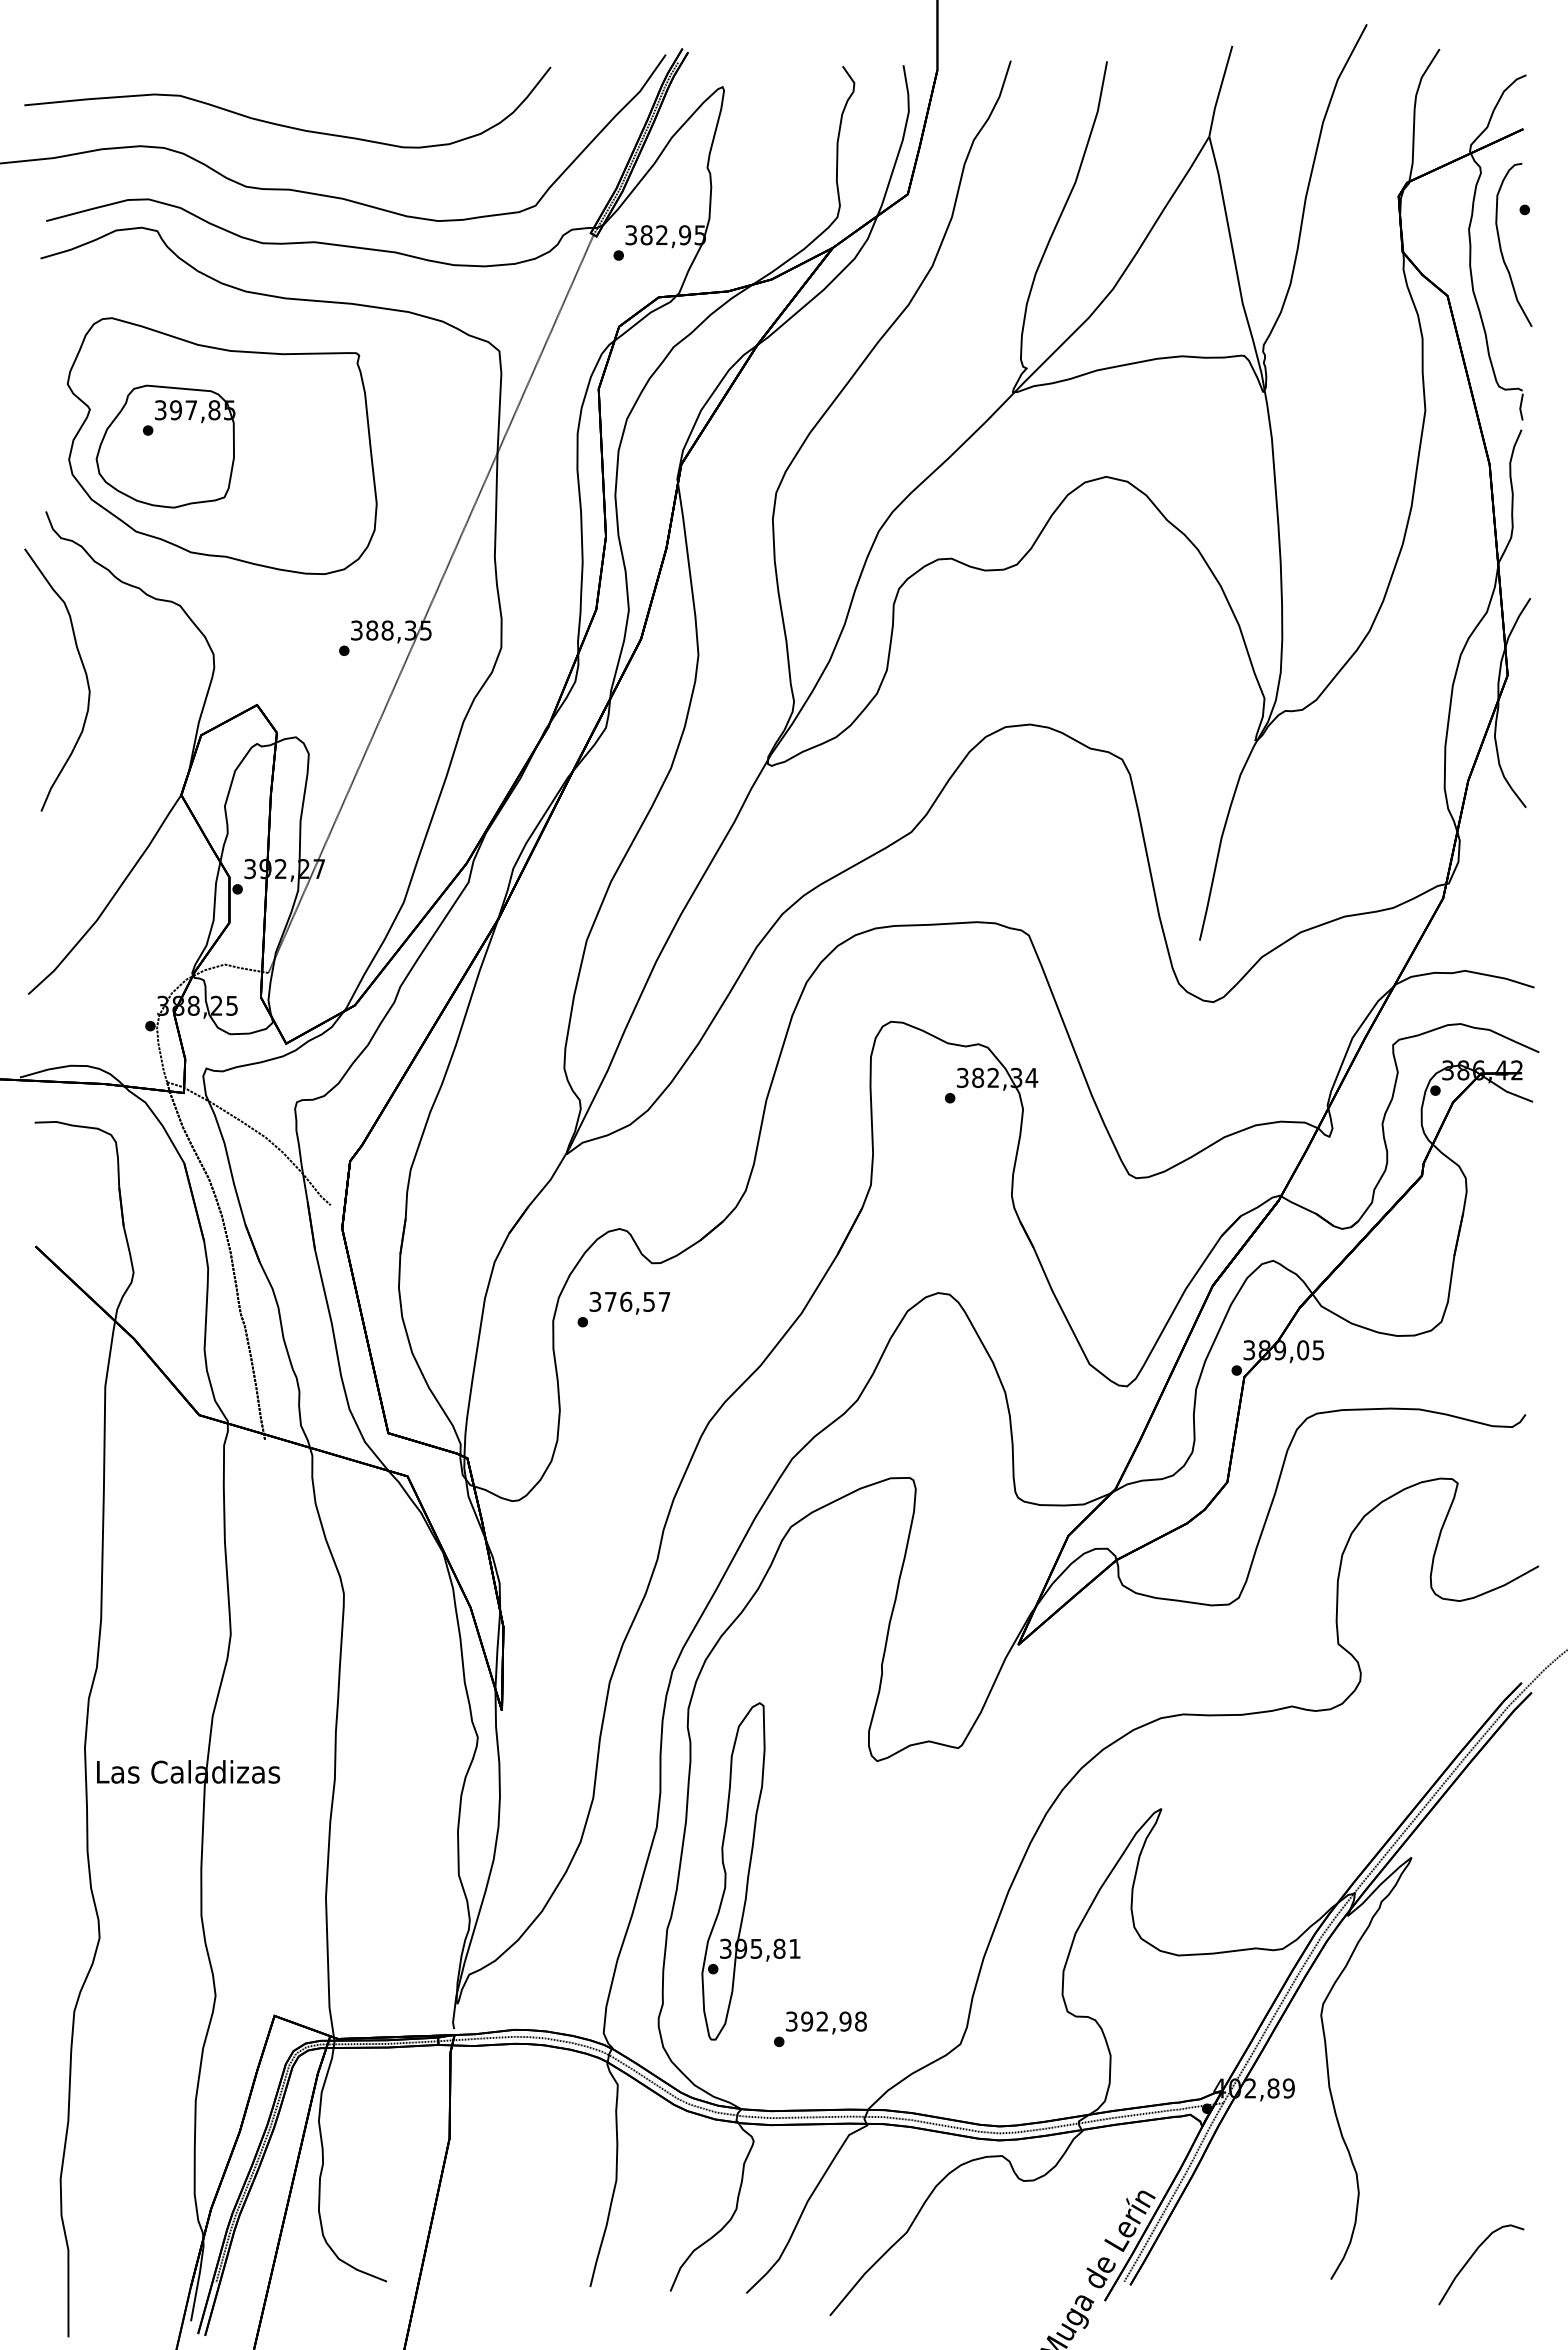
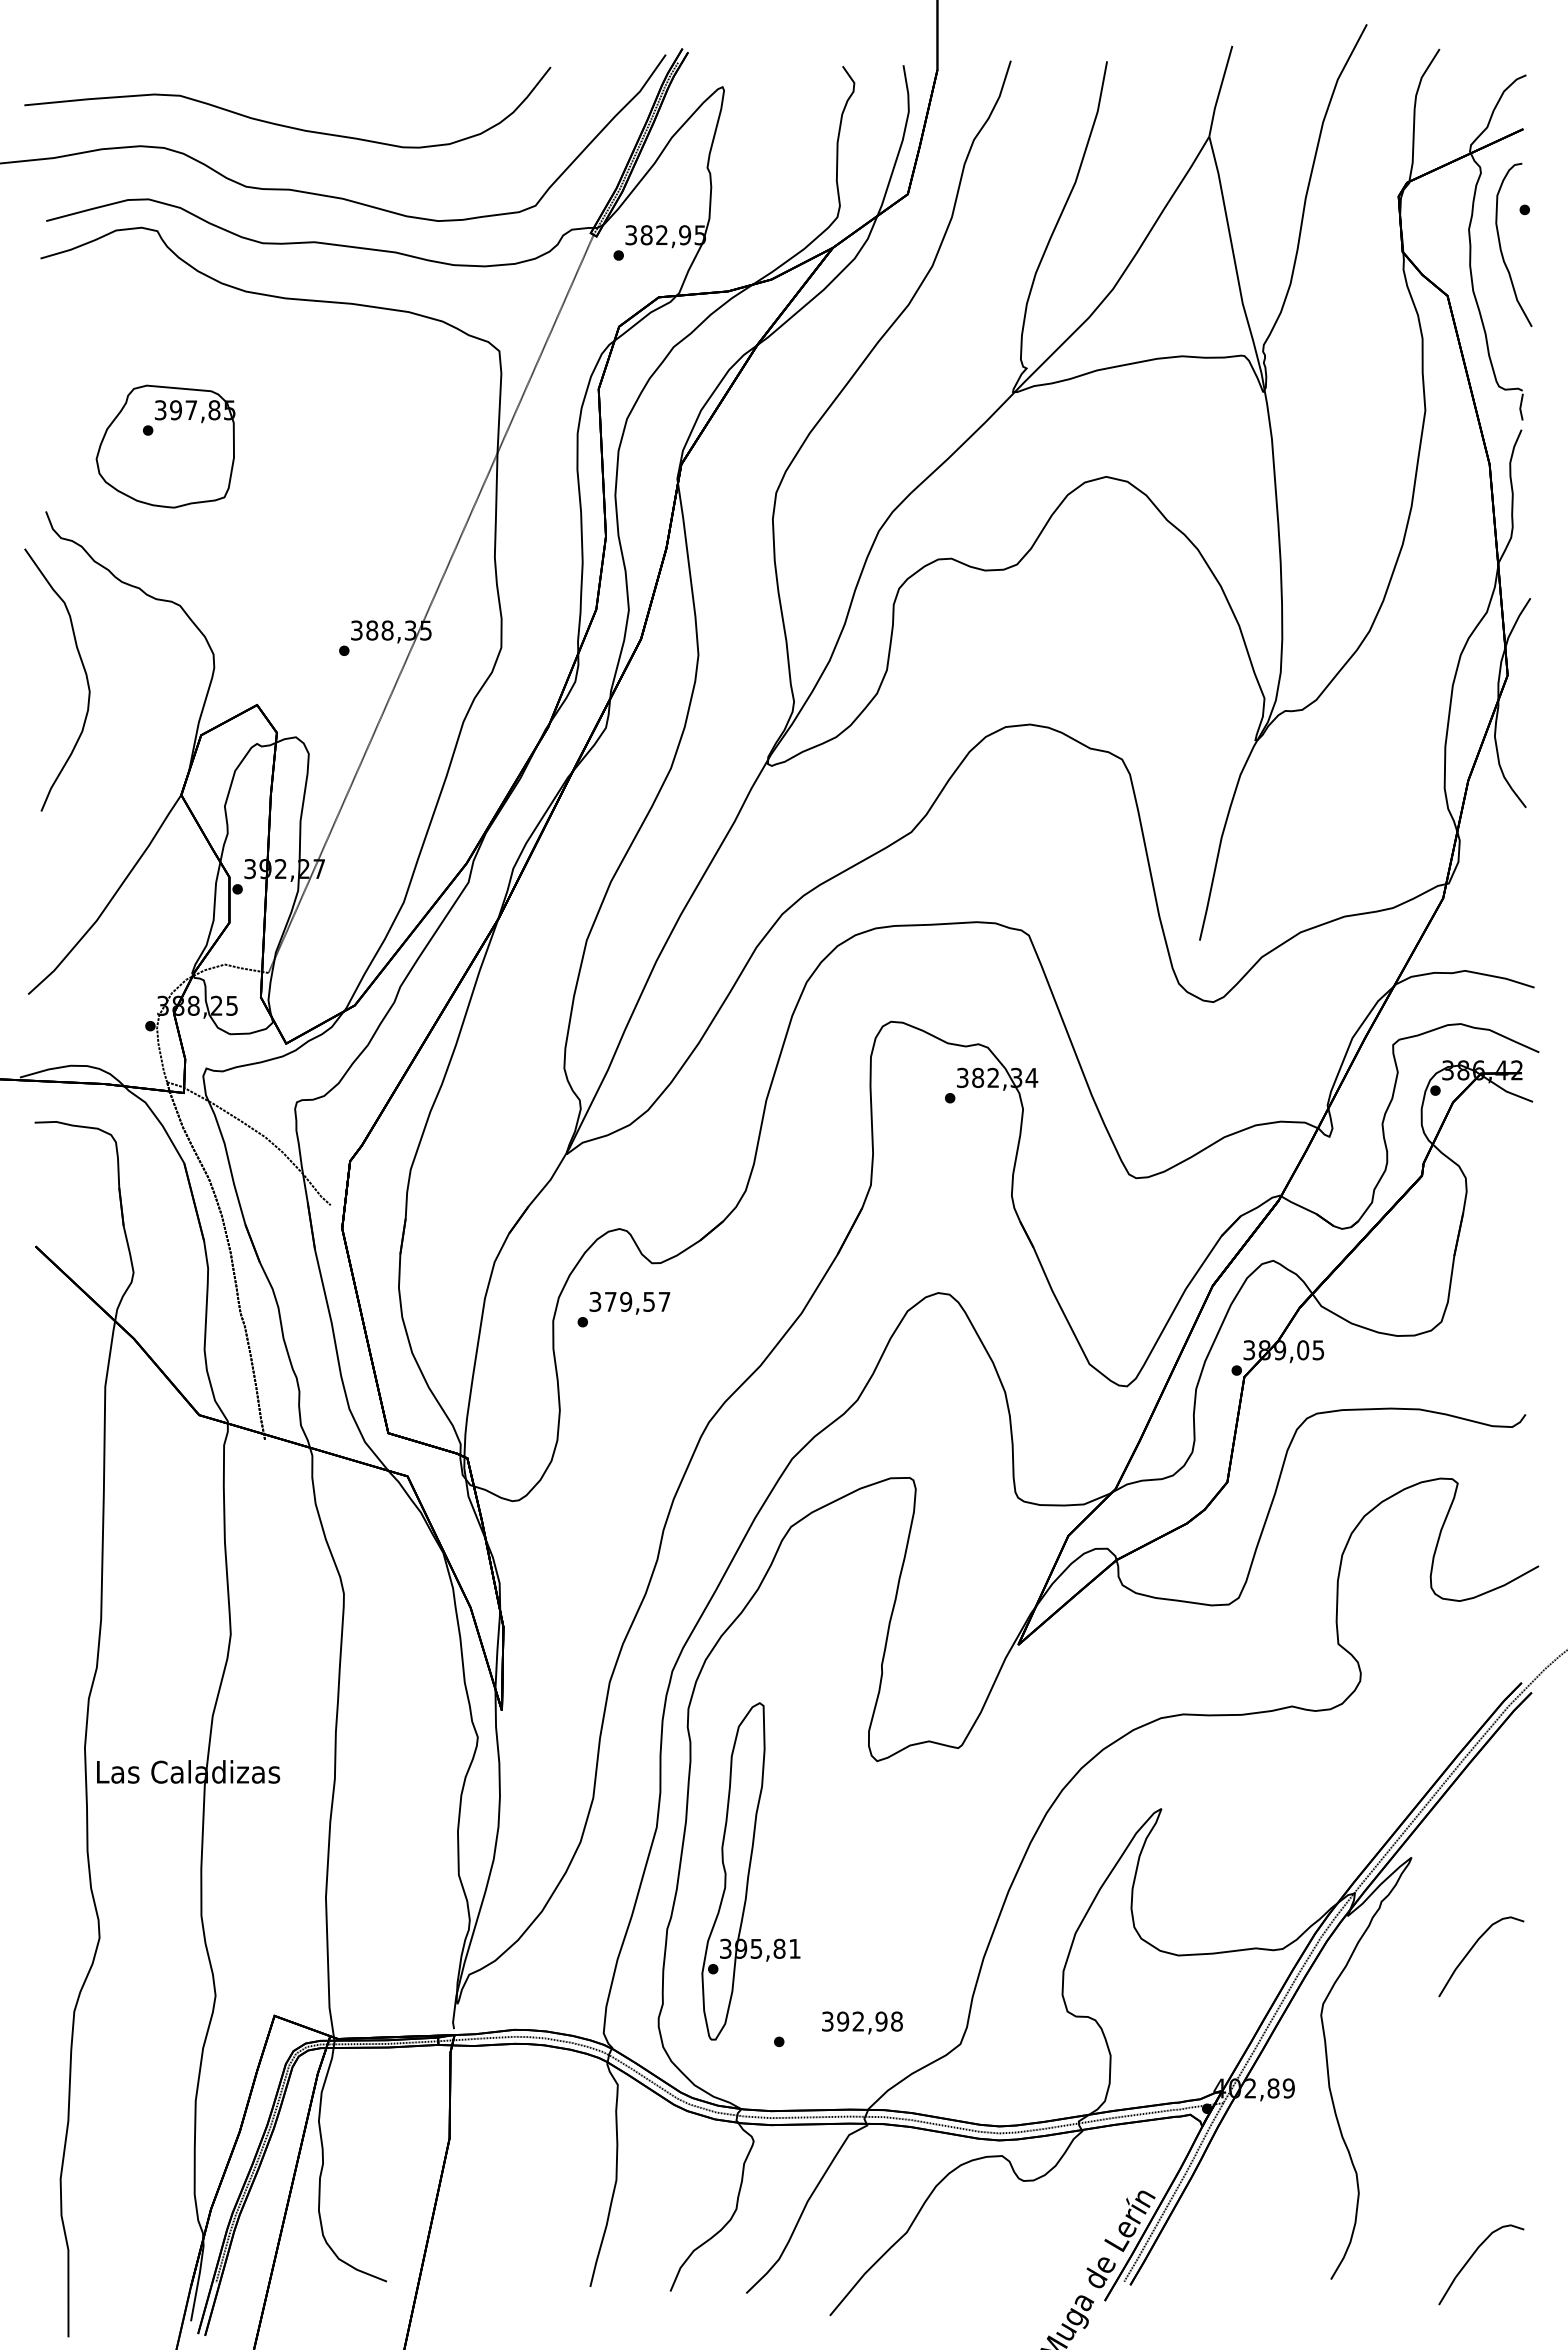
part at (221, 445): present -> none
text at (626, 1301): 376,57 -> 379,57
curve at (1471, 1950): none -> present
text at (826, 2022) position: (826, 2022) -> (862, 2022)
